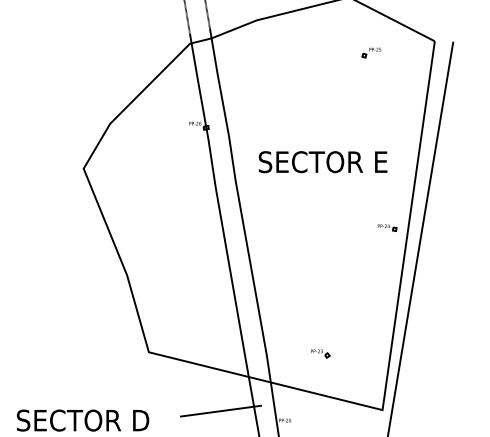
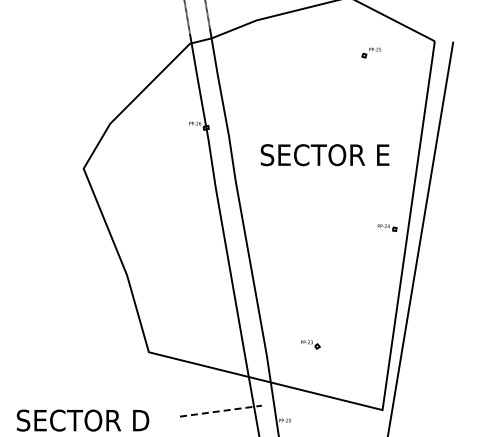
text at (322, 162) position: (322, 162) -> (324, 155)
part at (320, 353) position: (320, 353) -> (310, 344)
line at (221, 411): solid -> dashed
